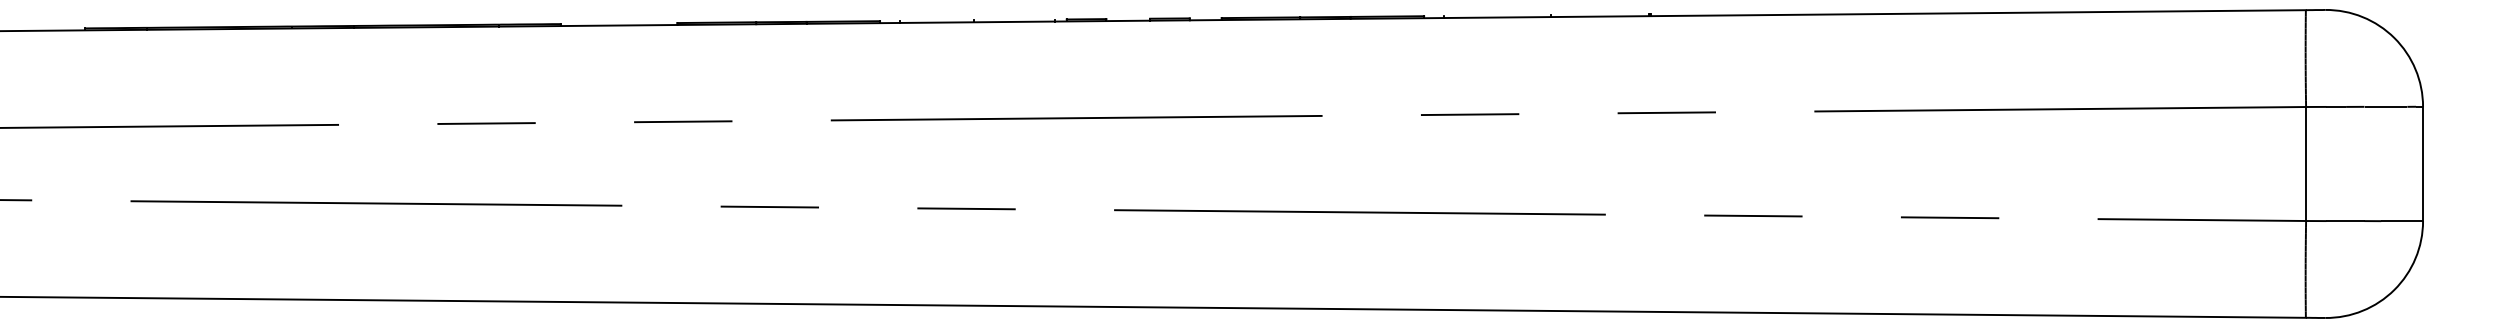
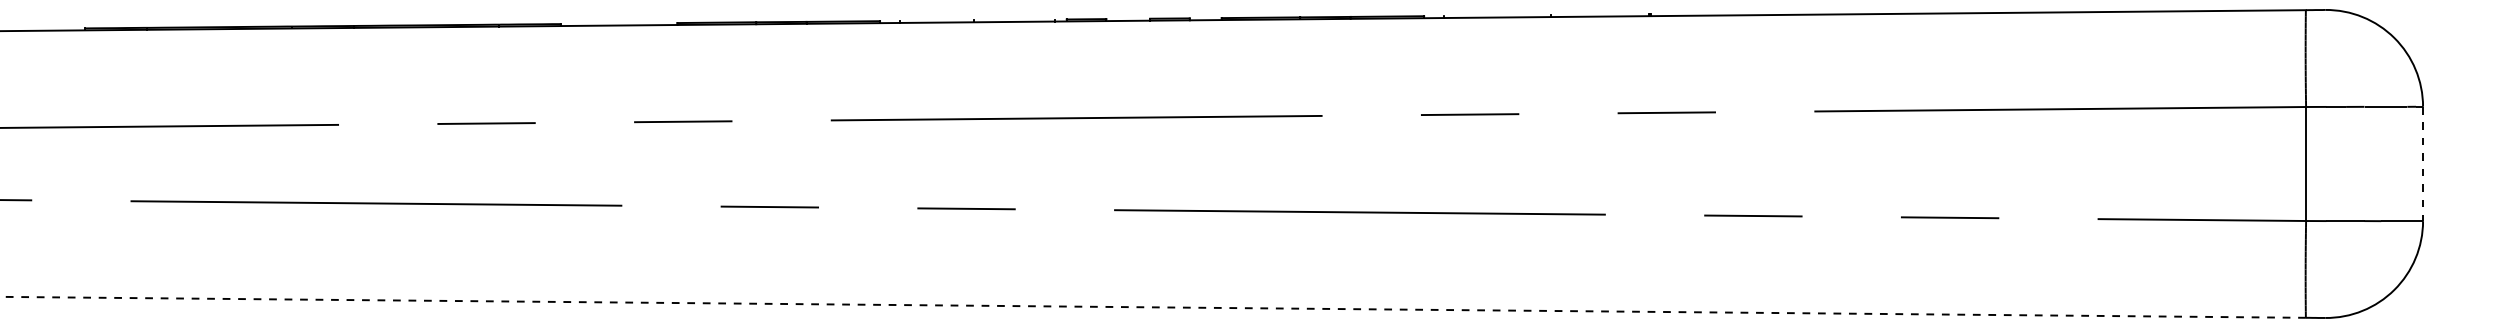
line at (2423, 164): solid -> dashed
line at (1153, 307): solid -> dashed
